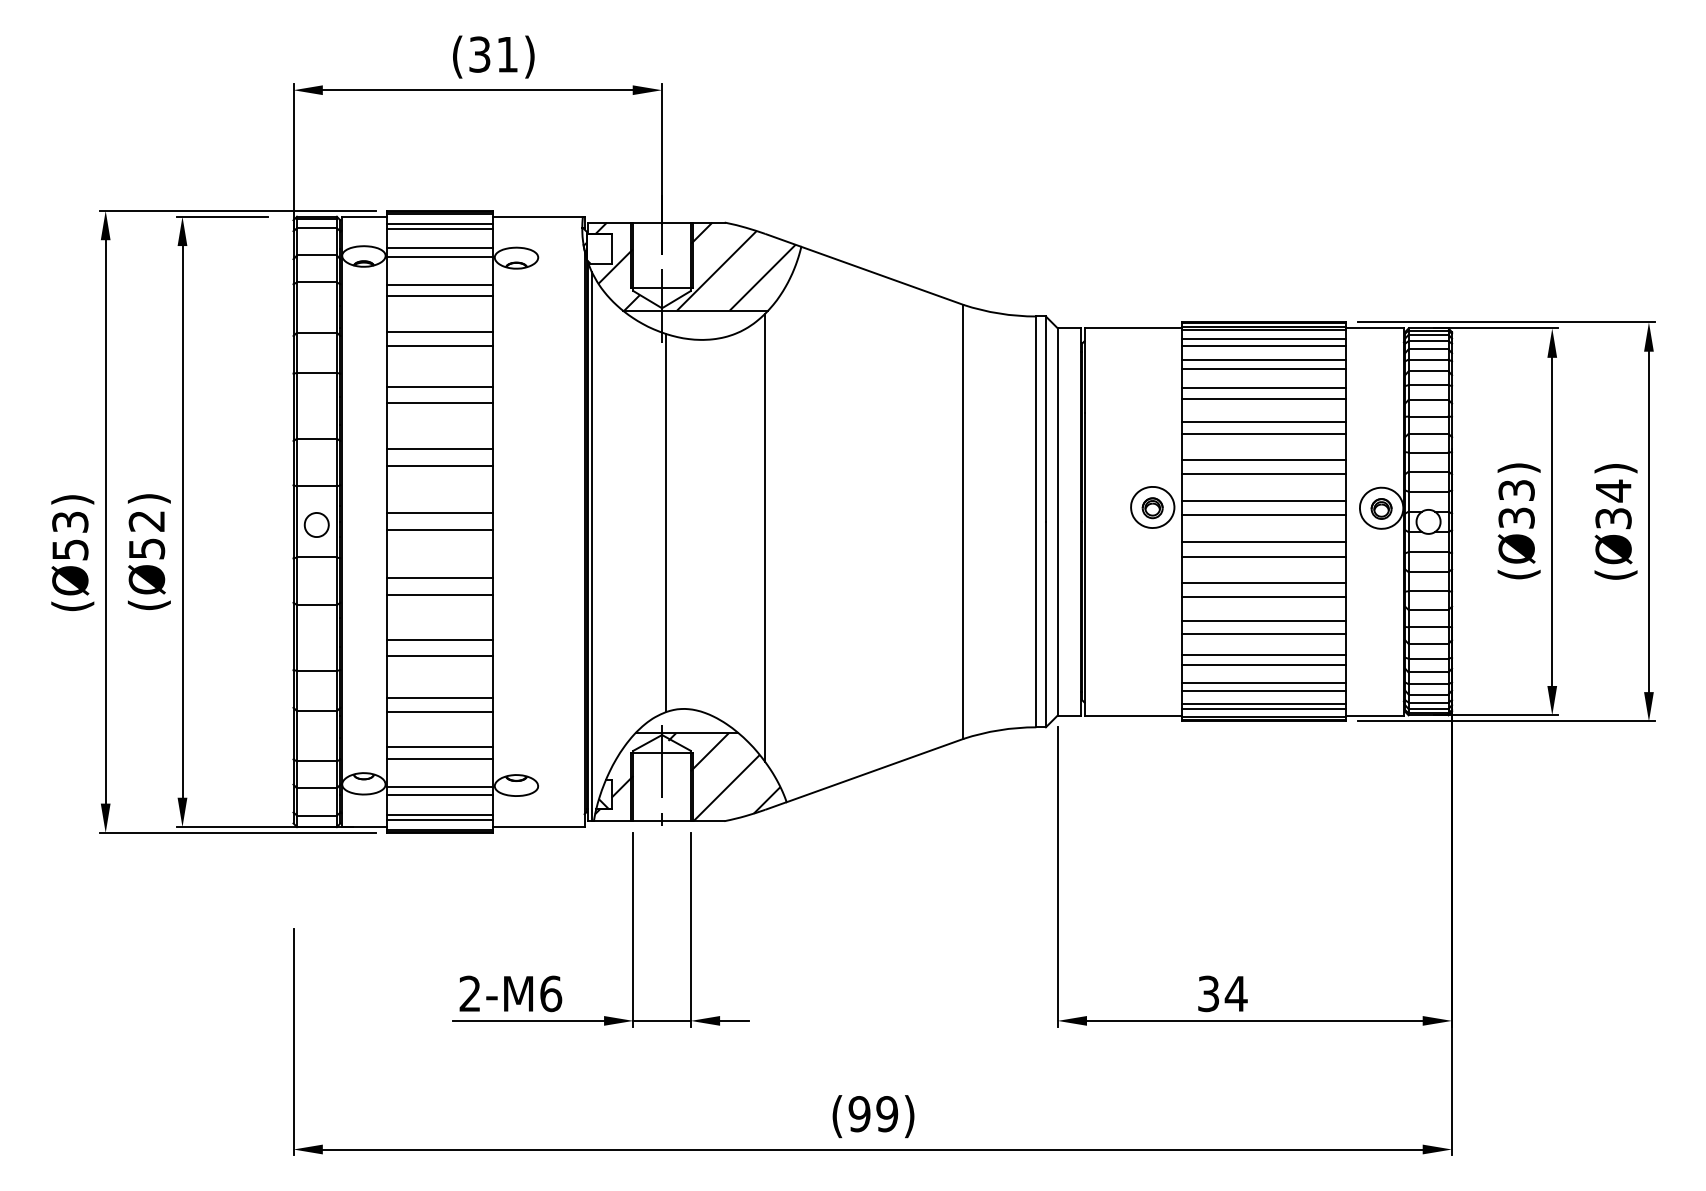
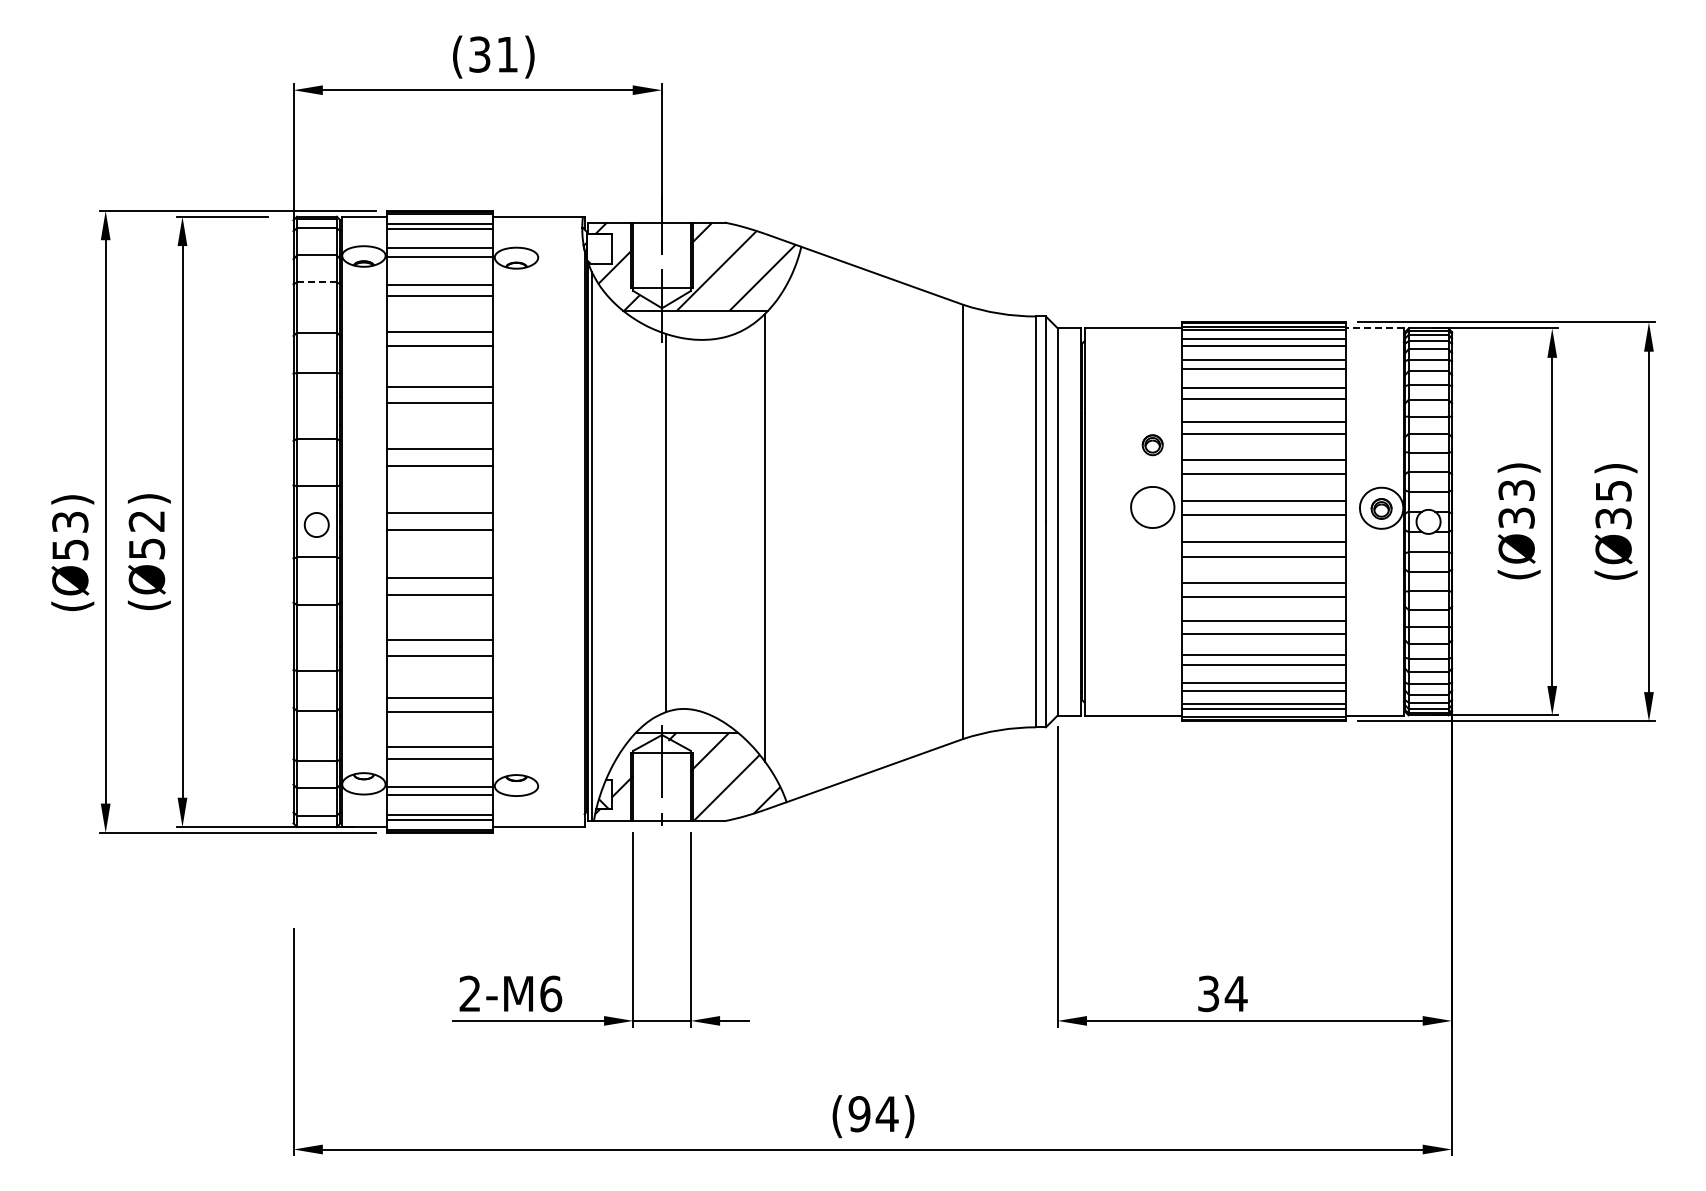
line at (316, 282): solid -> dashed
line at (1375, 328): solid -> dashed
text at (1613, 490): (Ø34) -> (Ø35)
part at (1152, 508) position: (1152, 508) -> (1152, 445)
text at (886, 1114): (99) -> (94)
